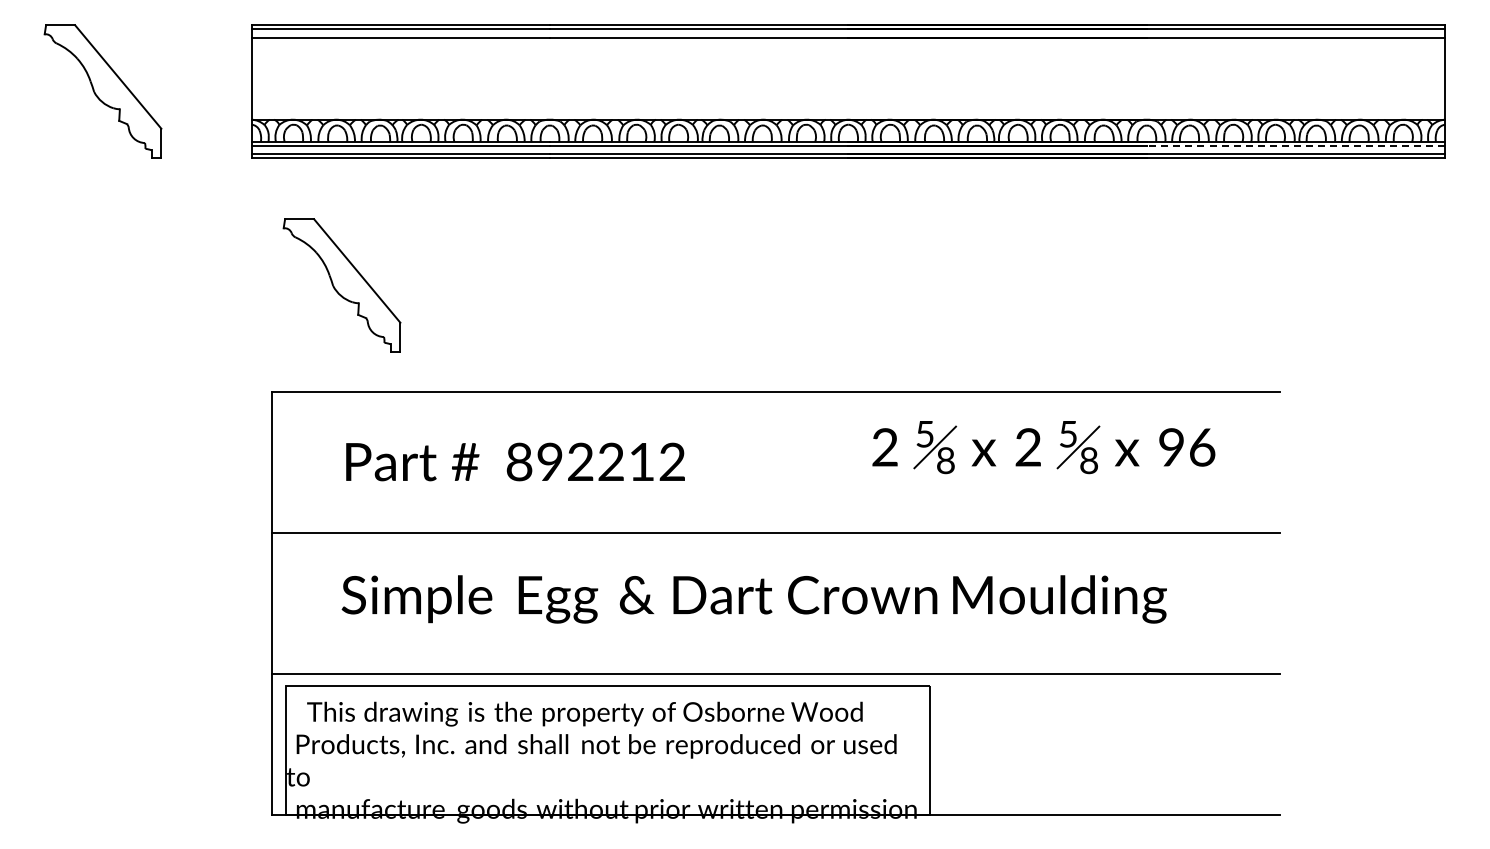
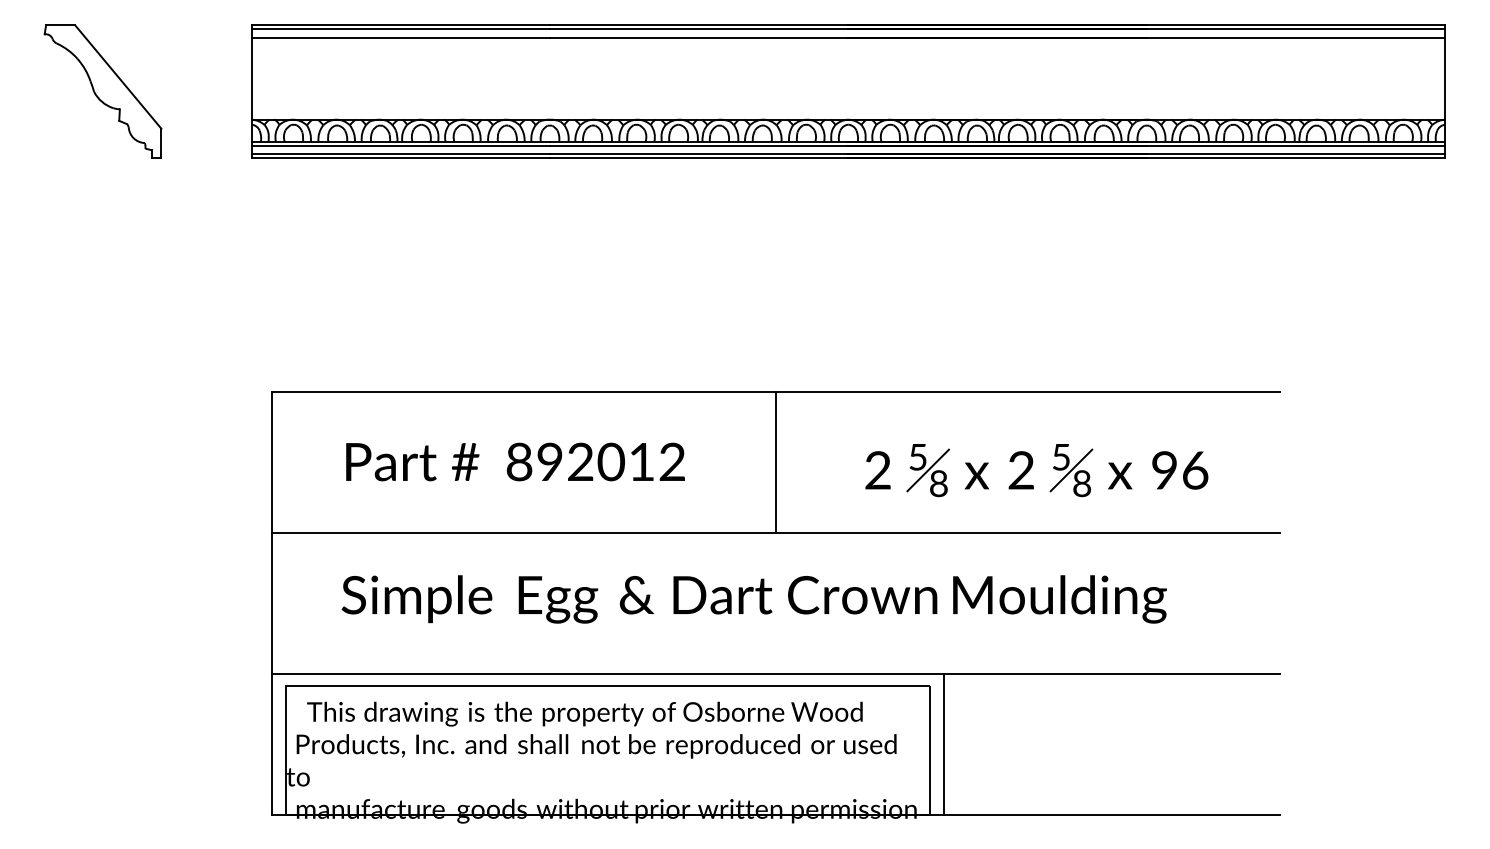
line at (1295, 146): dashed -> solid
part at (341, 285): present -> none
part at (1043, 447) position: (1043, 447) -> (1036, 470)
text at (610, 462): 892212 -> 892012
line at (776, 462): none -> present
line at (943, 744): none -> present
